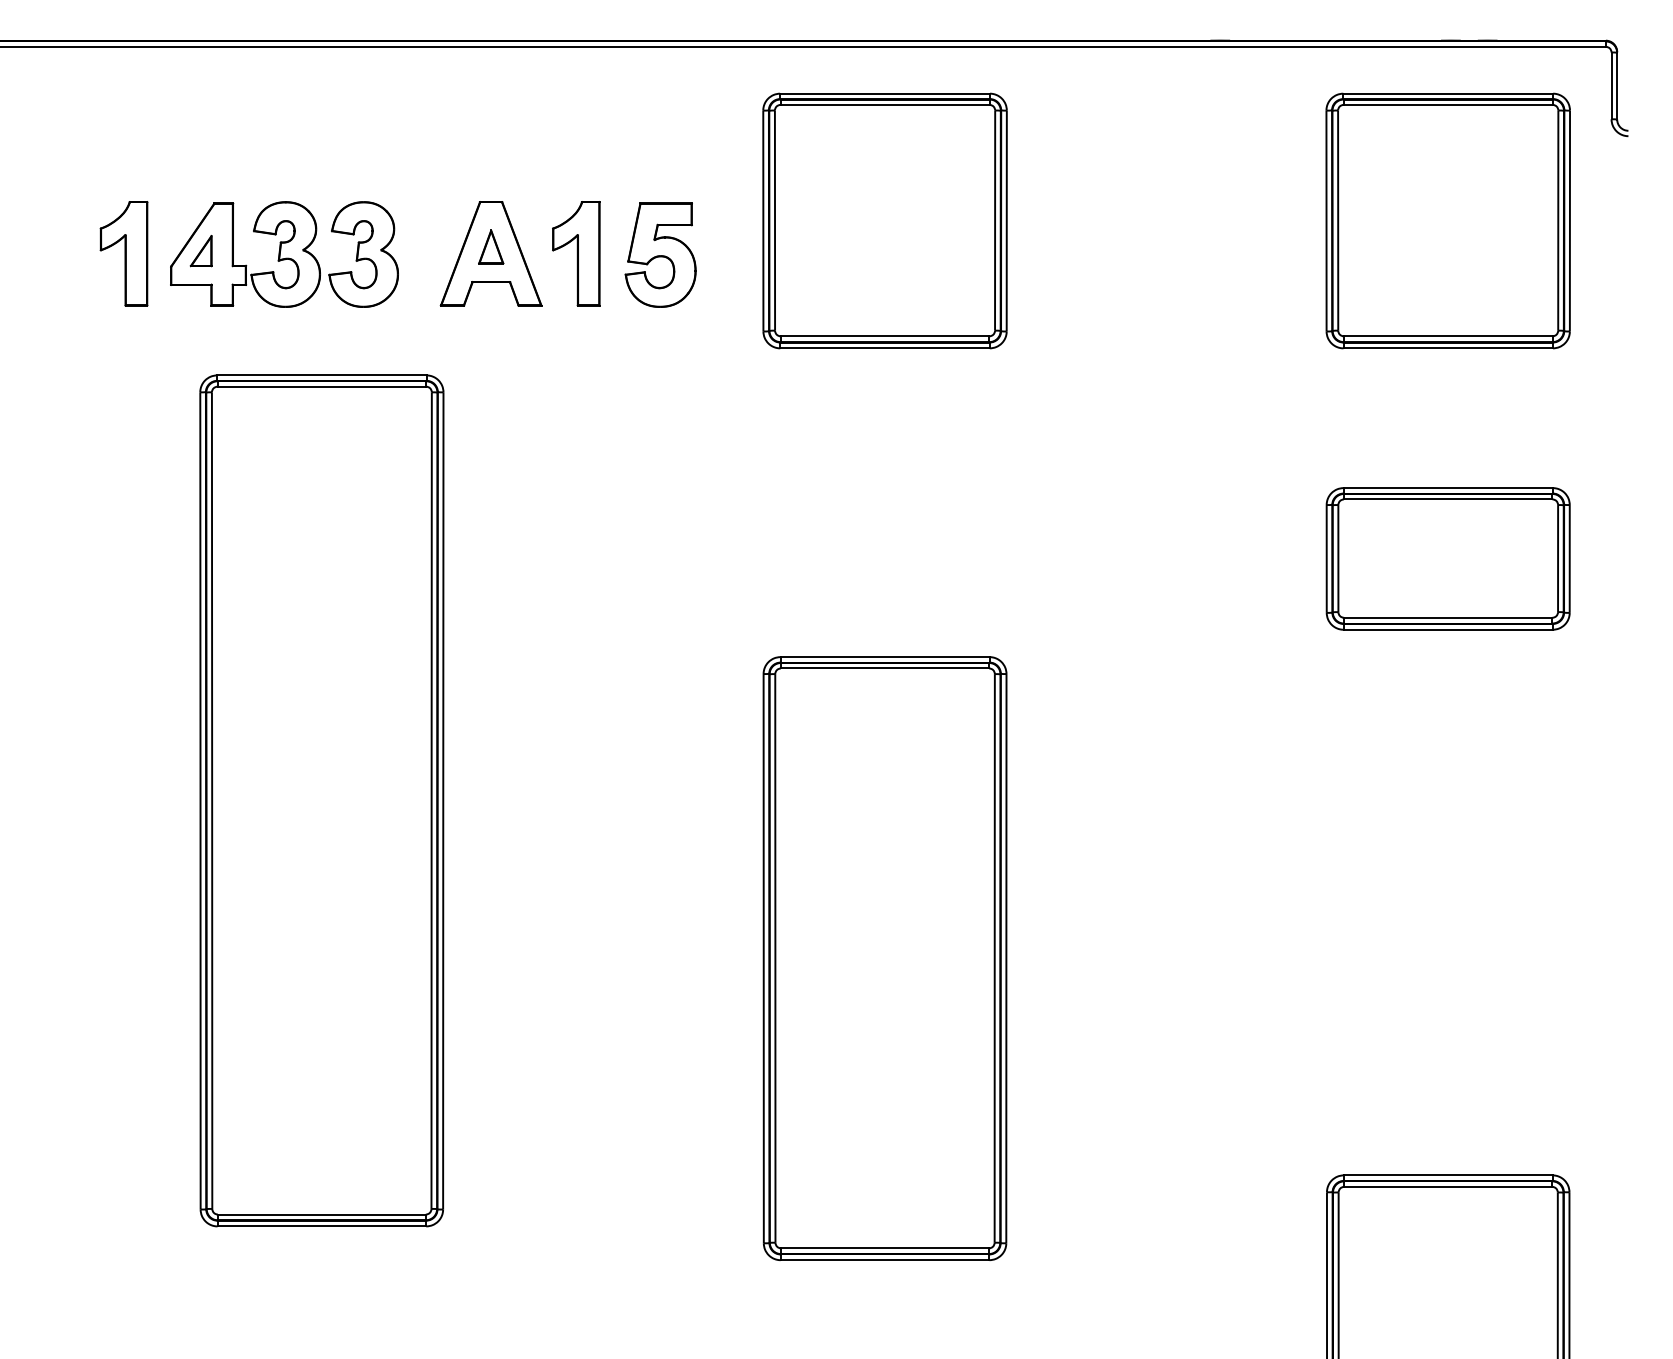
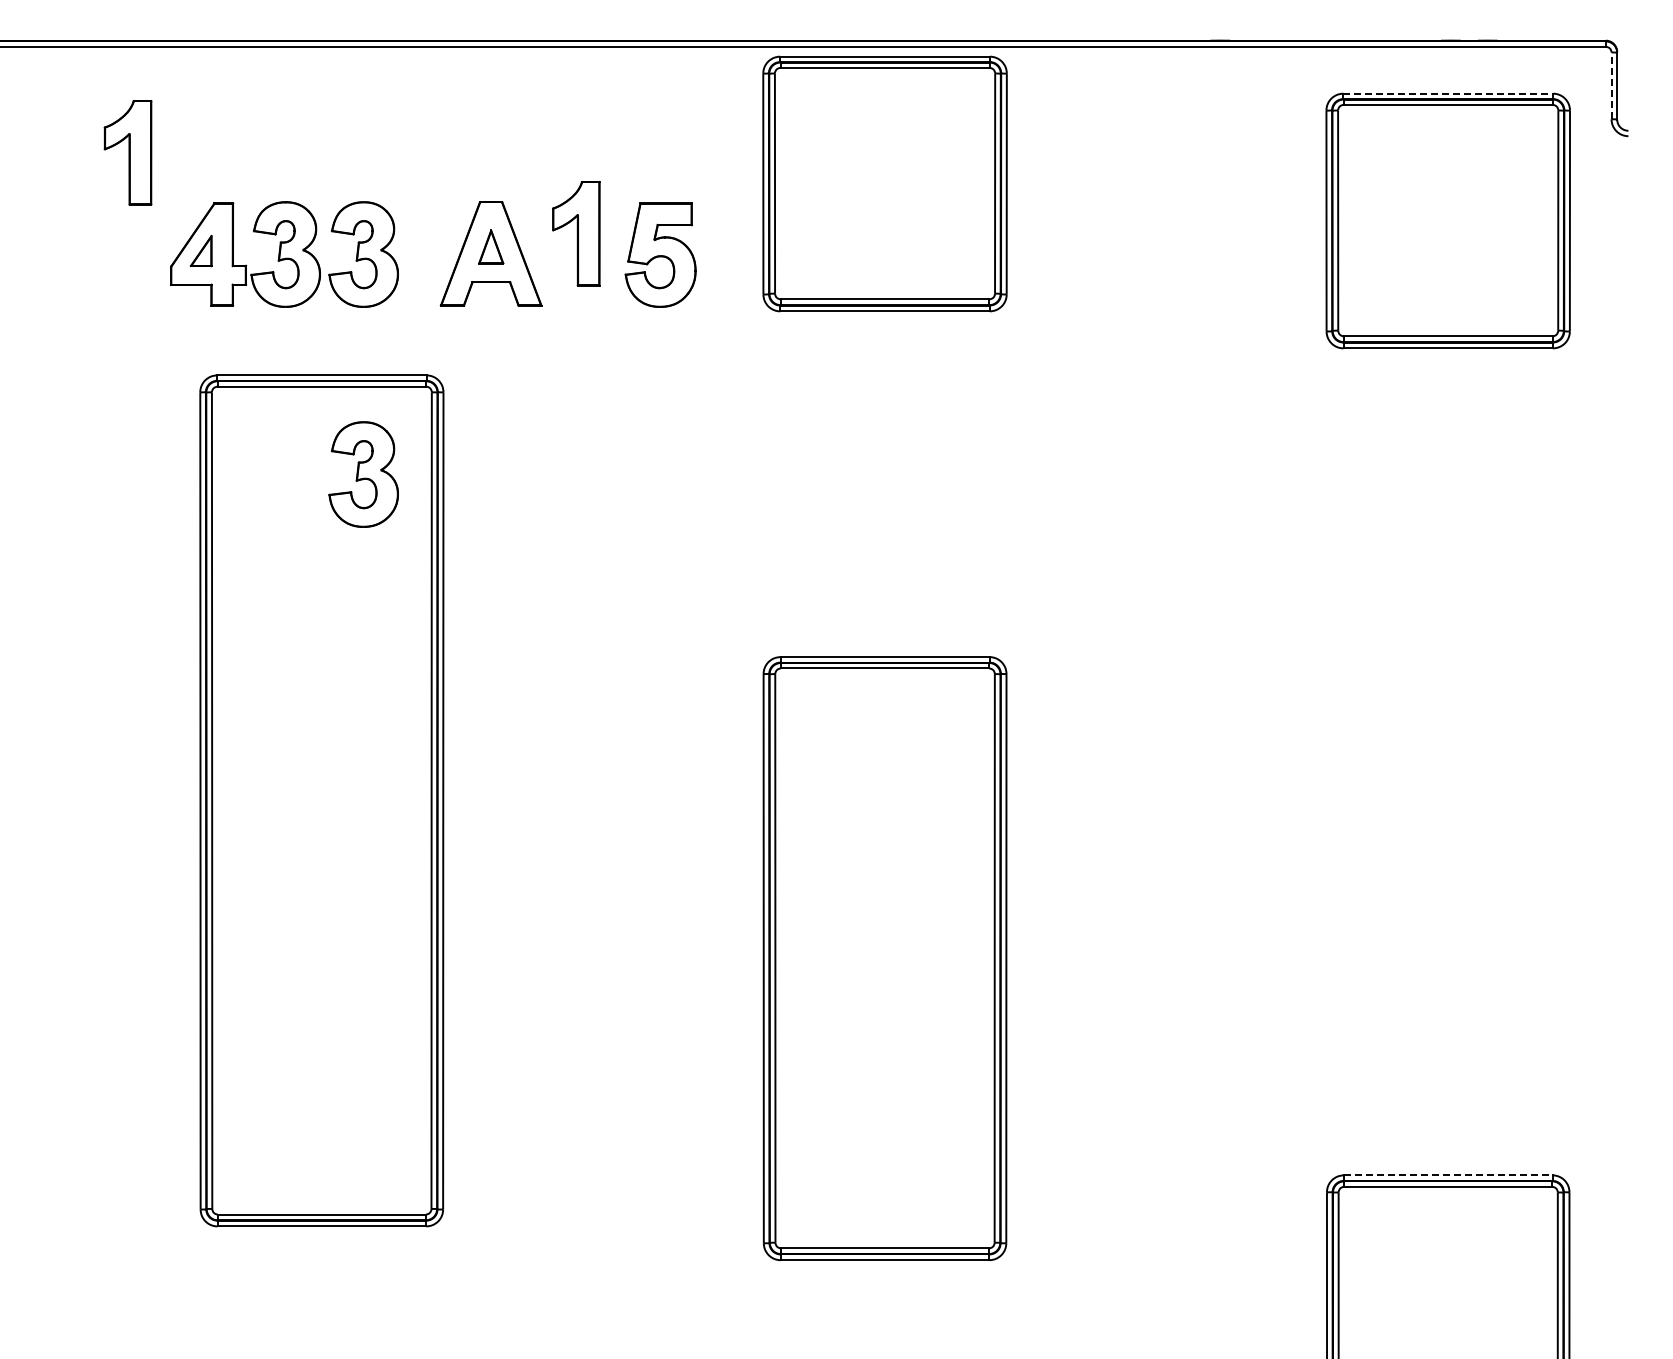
line at (1611, 85): solid -> dashed
line at (1448, 93): solid -> dashed
part at (884, 220) position: (884, 220) -> (884, 183)
part at (123, 253) position: (123, 253) -> (127, 152)
part at (576, 253) position: (576, 253) -> (576, 233)
part at (363, 474): none -> present
part at (1447, 558): present -> none
line at (1448, 1175): solid -> dashed
